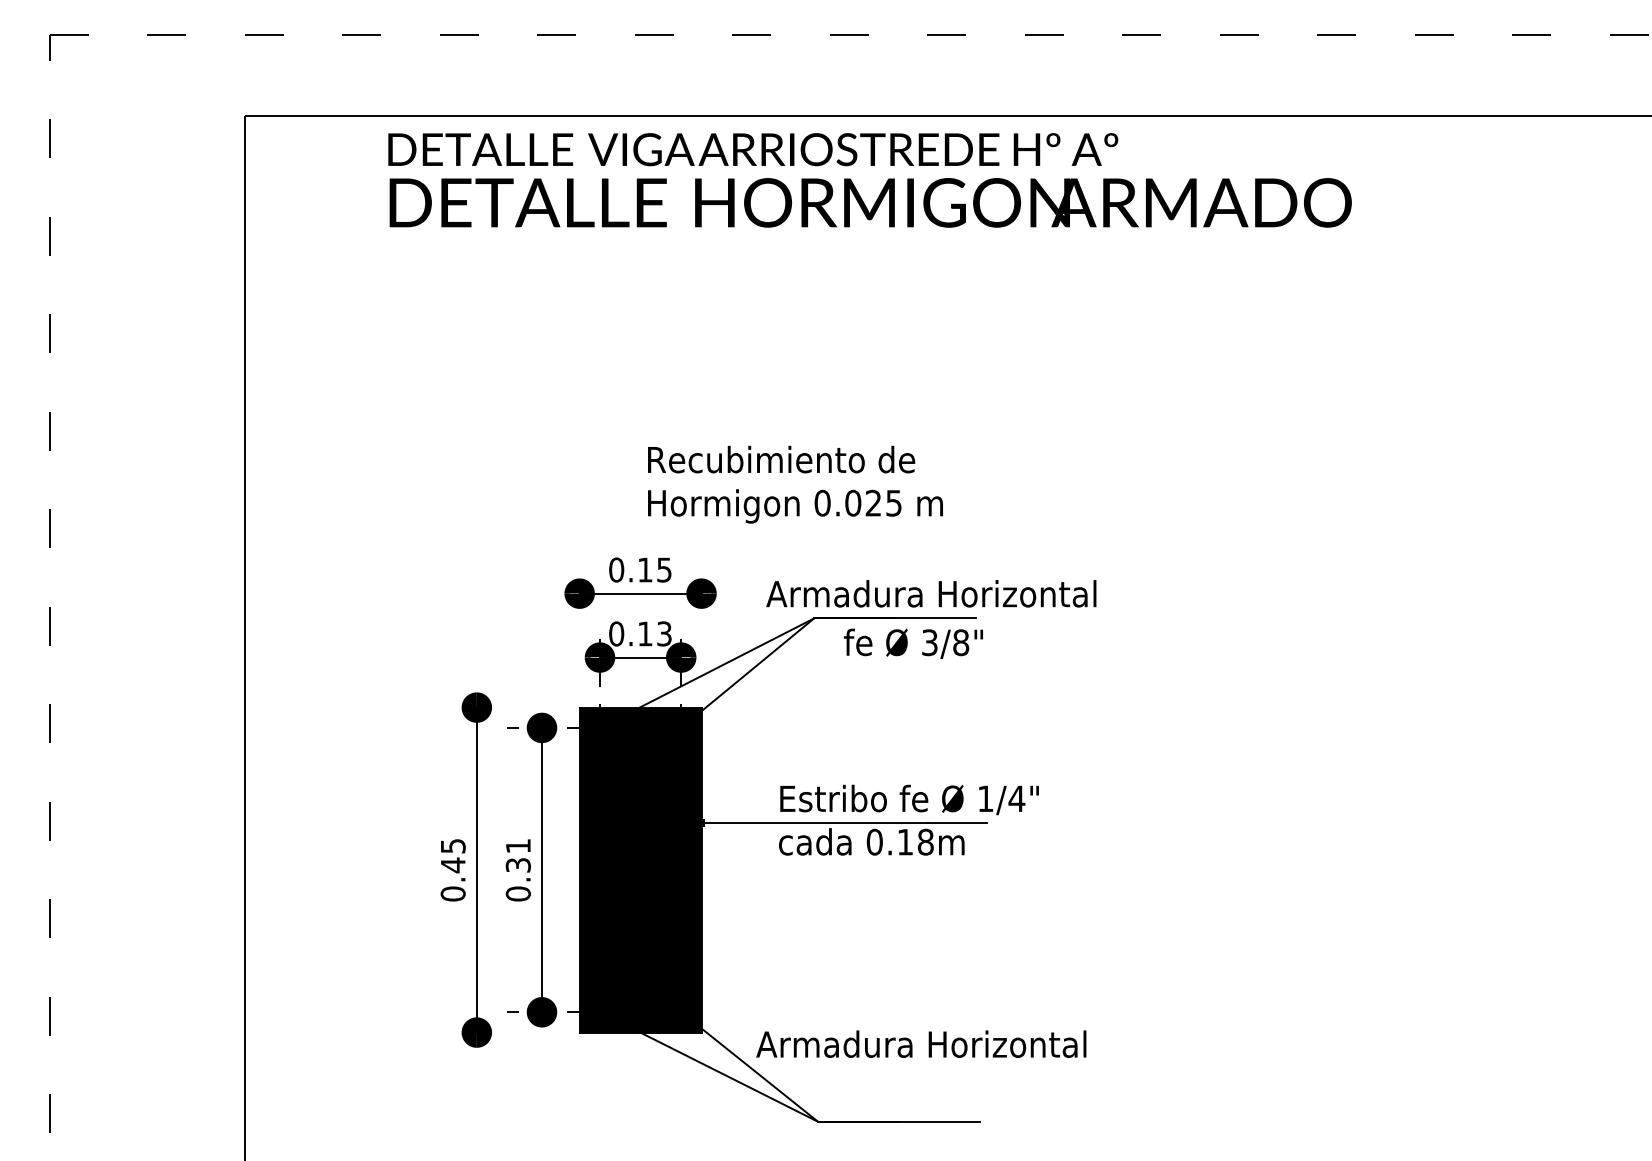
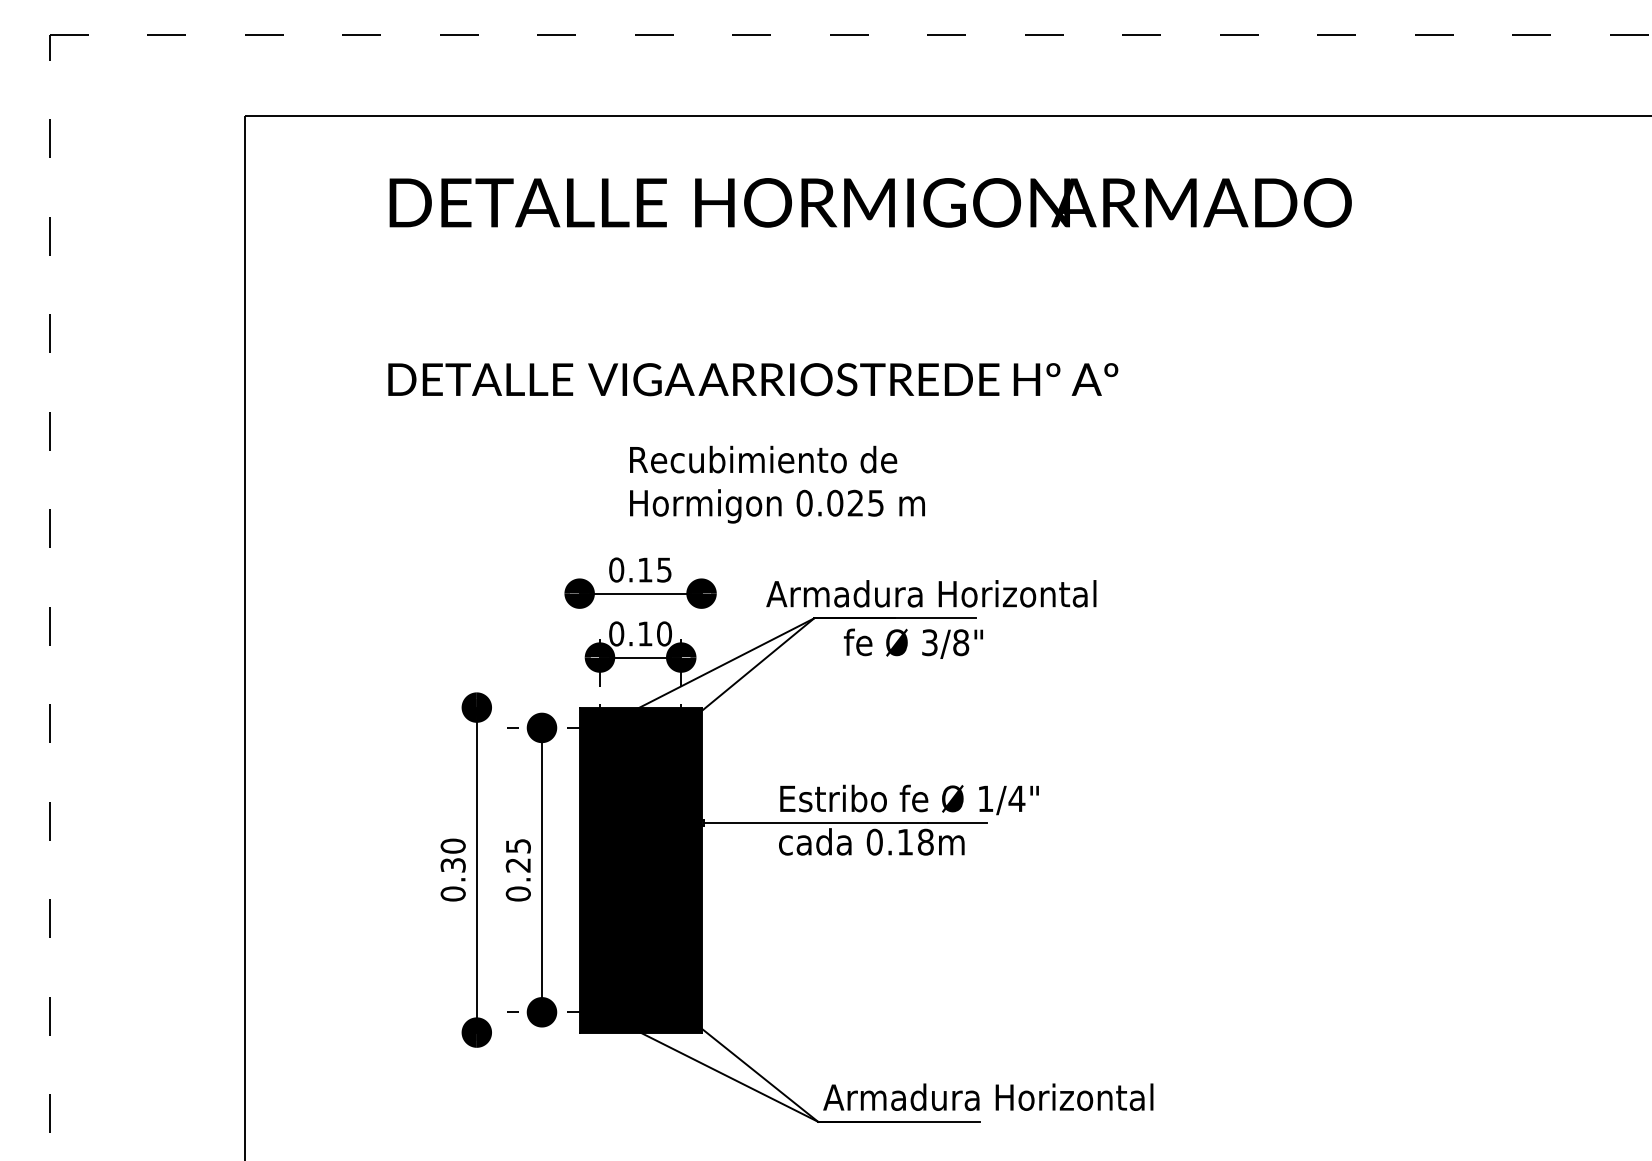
text at (753, 149) position: (753, 149) -> (753, 379)
text at (795, 484) position: (795, 484) -> (777, 484)
text at (664, 633): 0.13 -> 0.10
text at (452, 855): 0.45 -> 0.30
text at (518, 855): 0.31 -> 0.25
text at (921, 1043) position: (921, 1043) -> (988, 1096)
